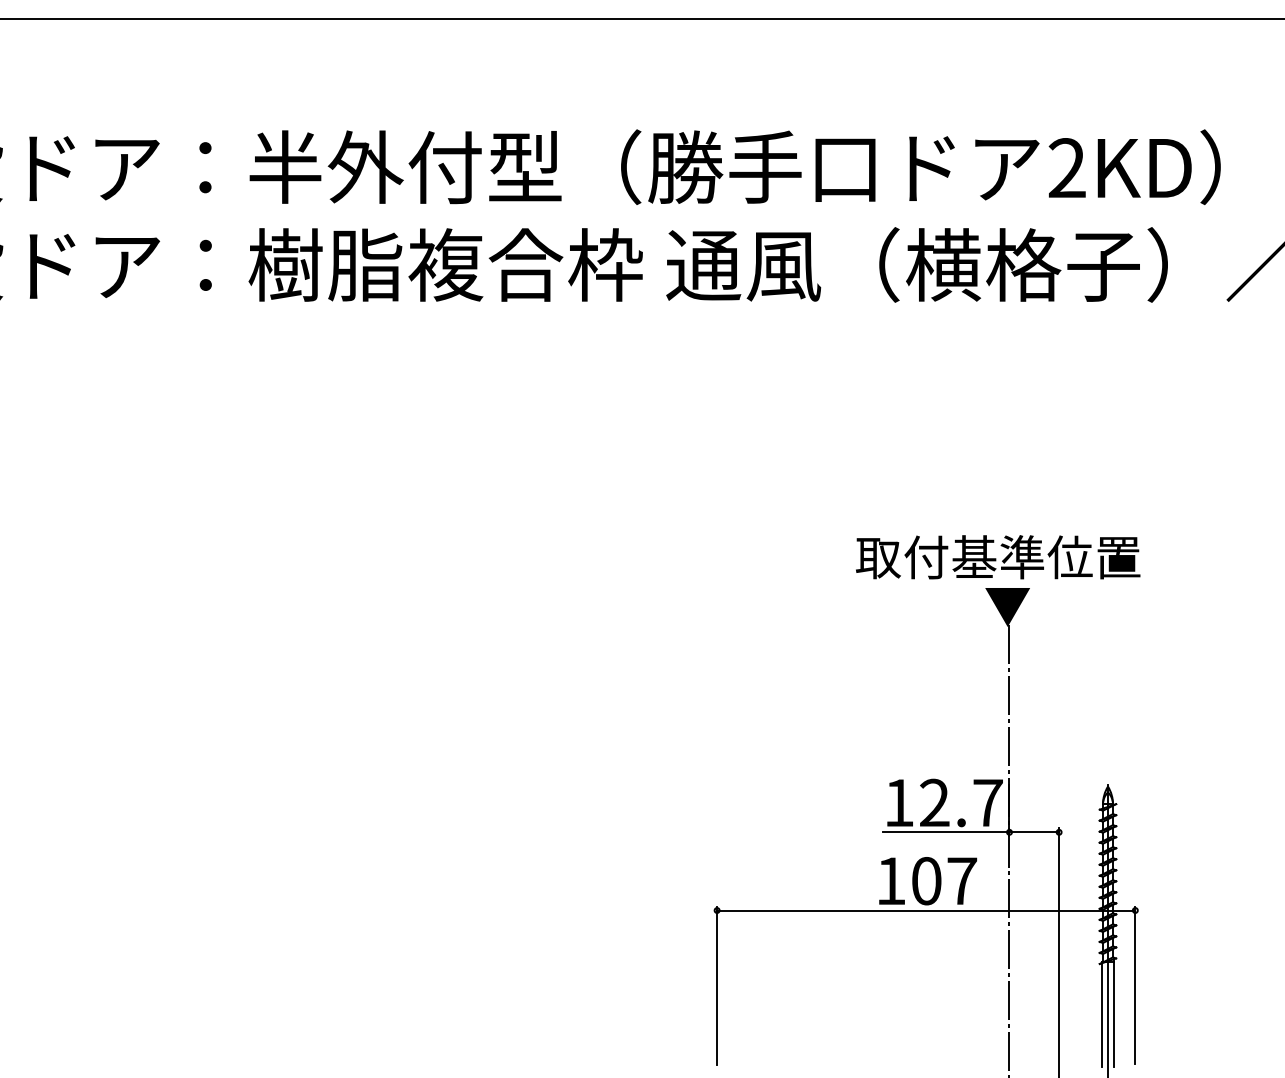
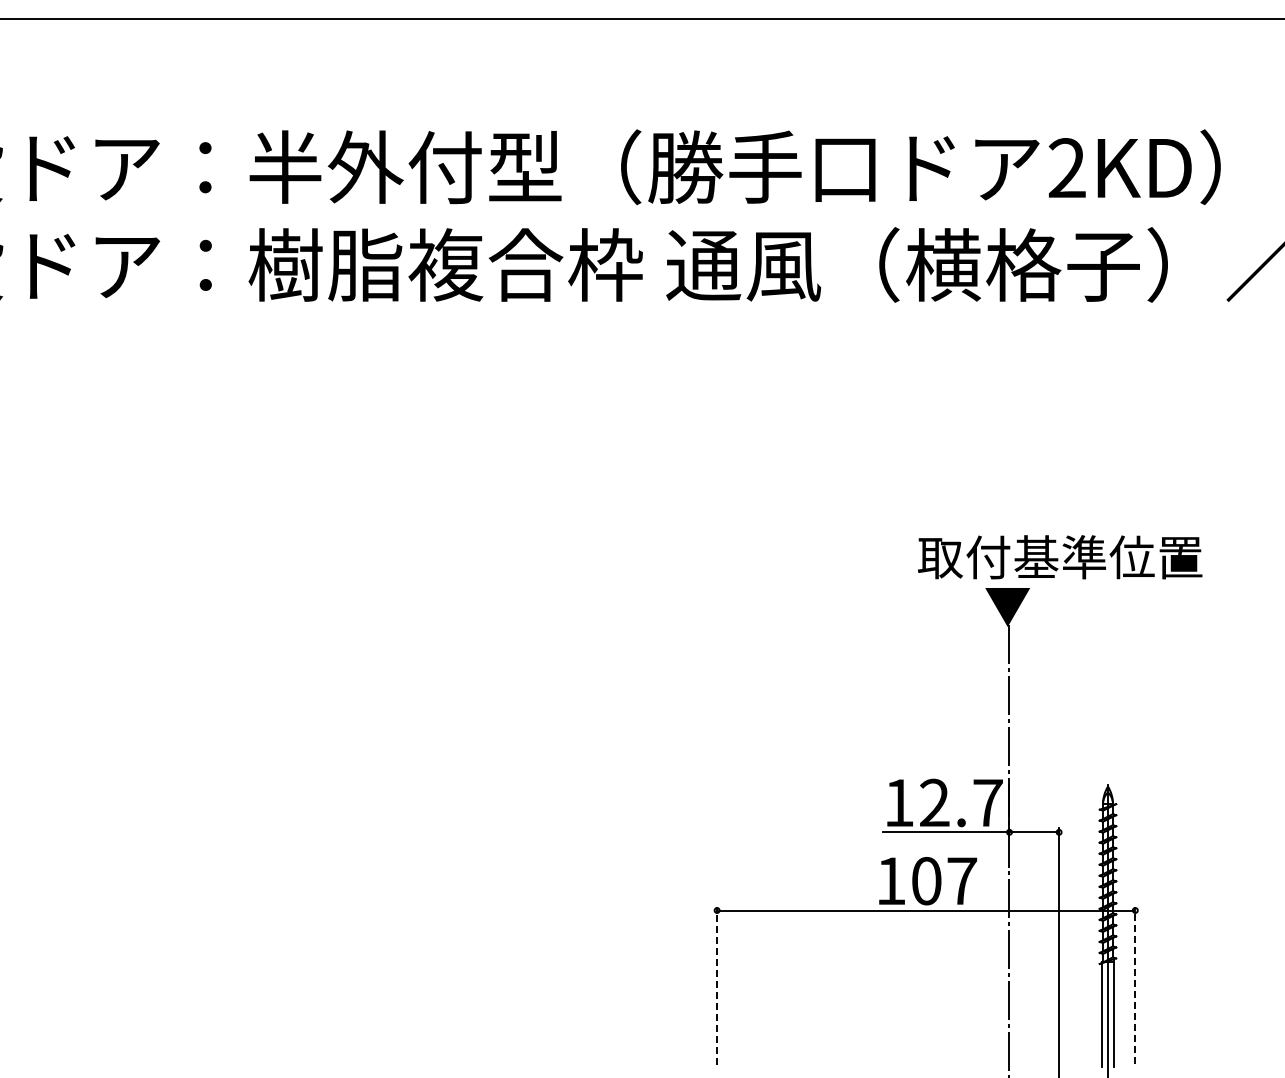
text at (998, 557) position: (998, 557) -> (1060, 557)
line at (717, 985): solid -> dashed
line at (1135, 985): solid -> dashed
